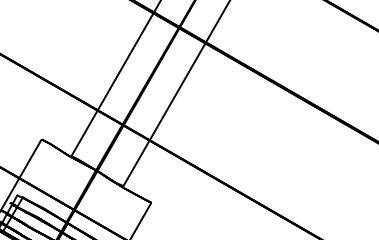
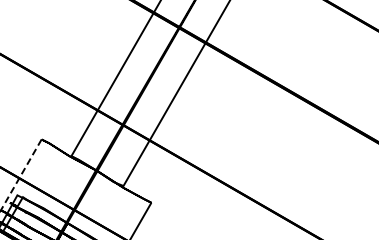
line at (20, 175): solid -> dashed
